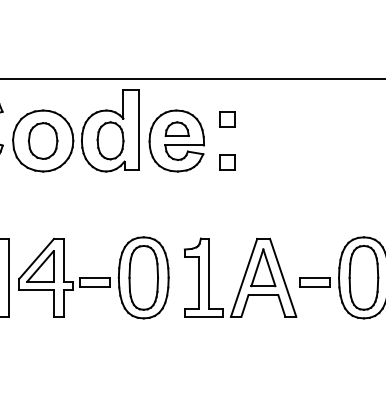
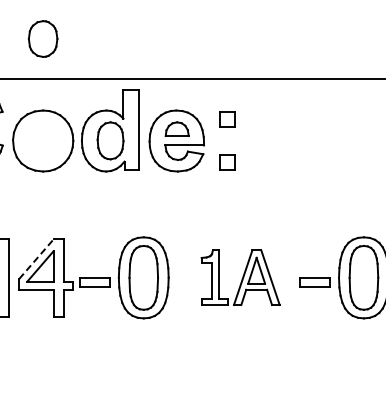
part at (42, 140) position: (42, 140) -> (42, 38)
line at (36, 258): solid -> dashed
part at (240, 277) size: 114x81 px -> 81x57 px
